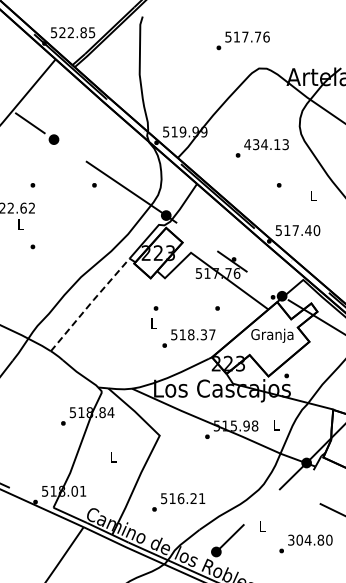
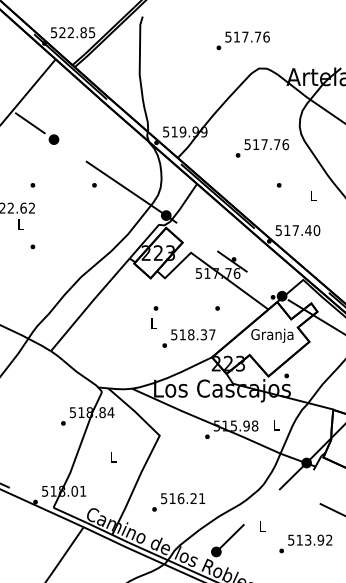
text at (266, 144): 434.13 -> 517.76
line at (90, 303): dashed -> solid
text at (310, 539): 304.80 -> 513.92
